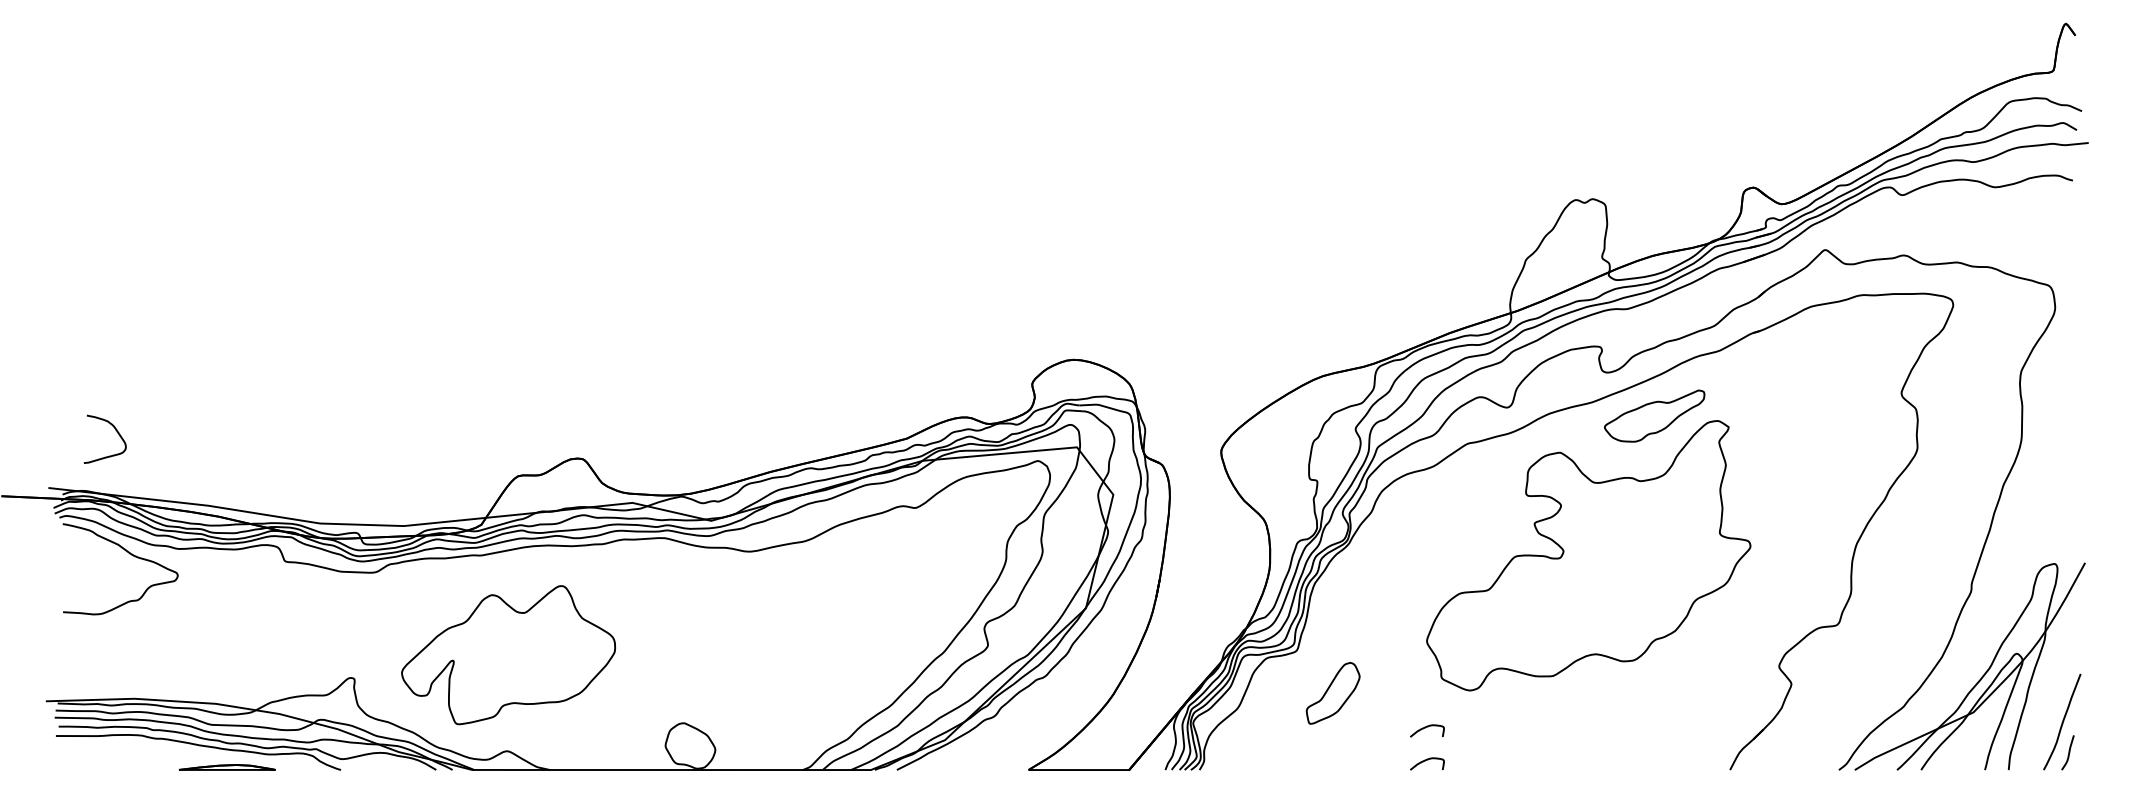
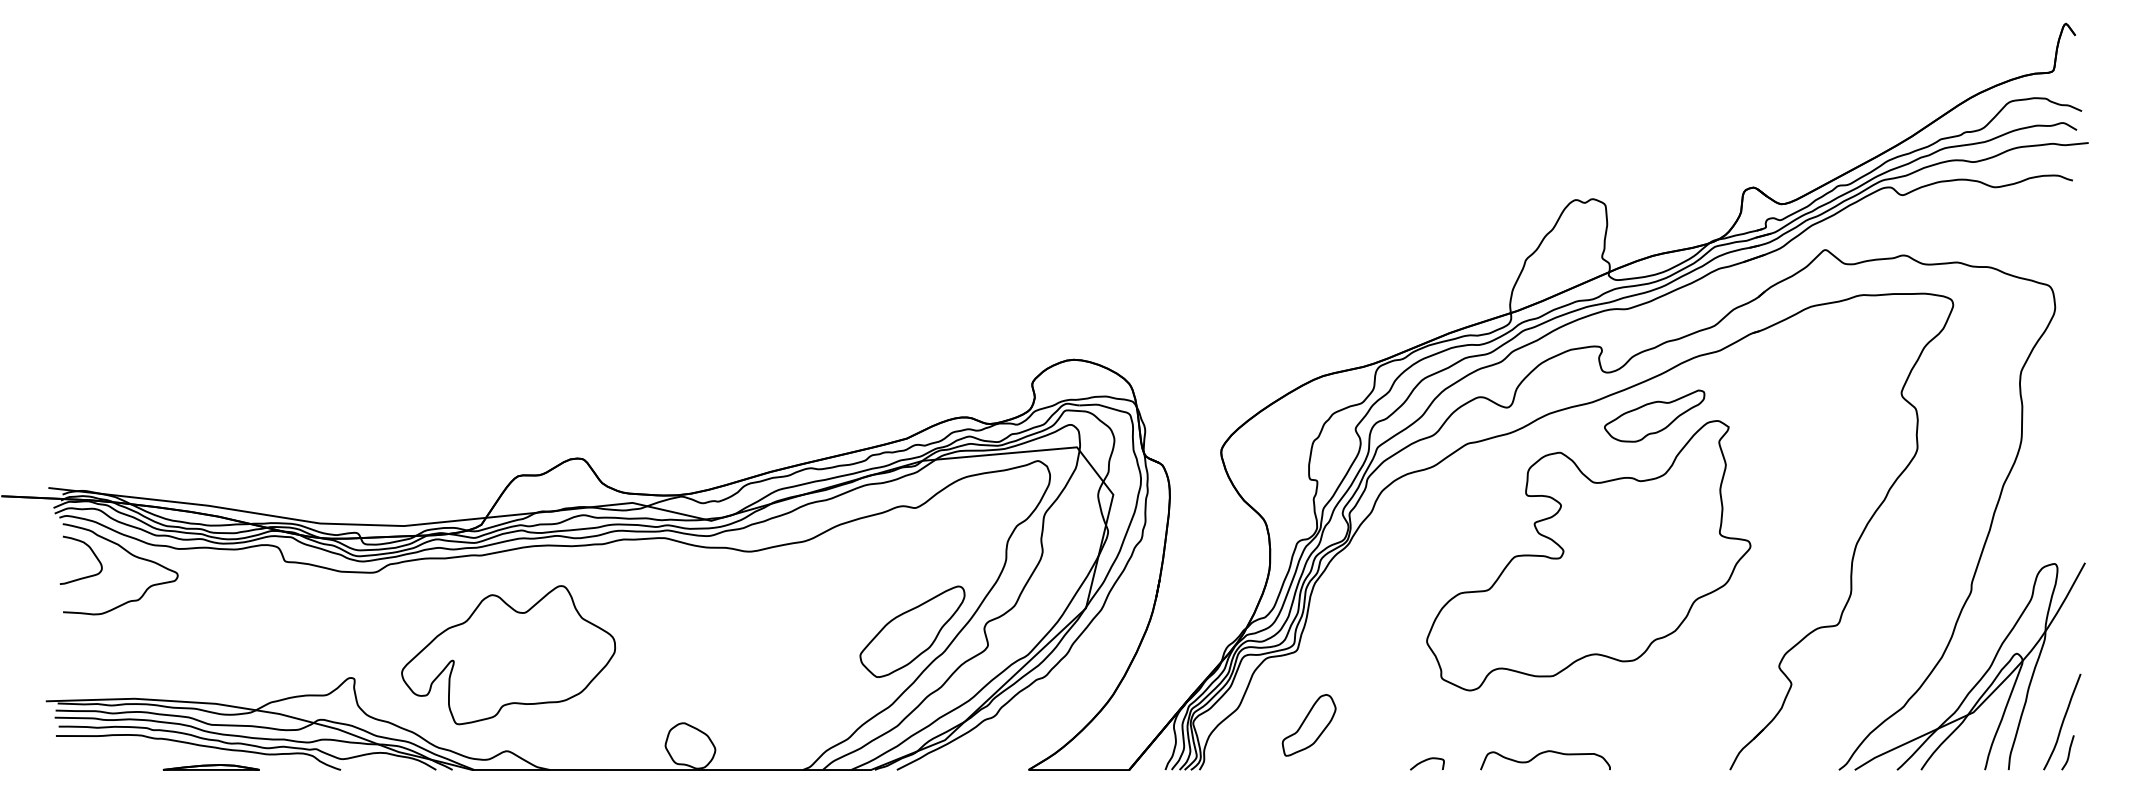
curve at (115, 430) position: (115, 430) -> (91, 551)
part at (912, 631): none -> present
part at (1332, 693) position: (1332, 693) -> (1308, 725)
curve at (1425, 728): present -> none
part at (1544, 753): none -> present
part at (226, 767) position: (226, 767) -> (210, 767)
